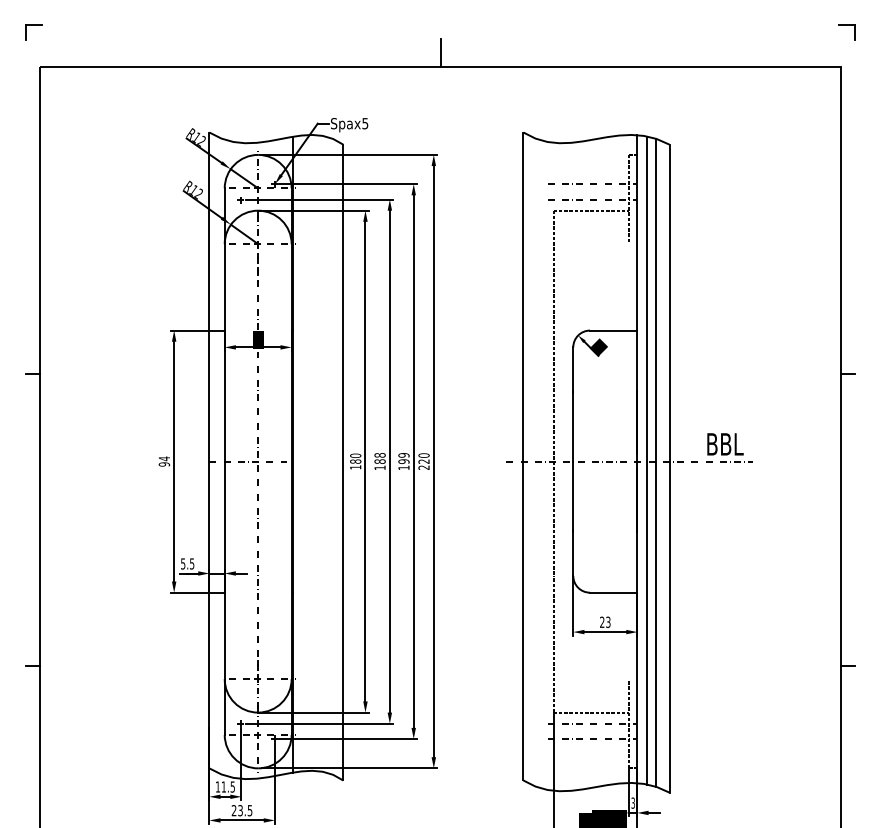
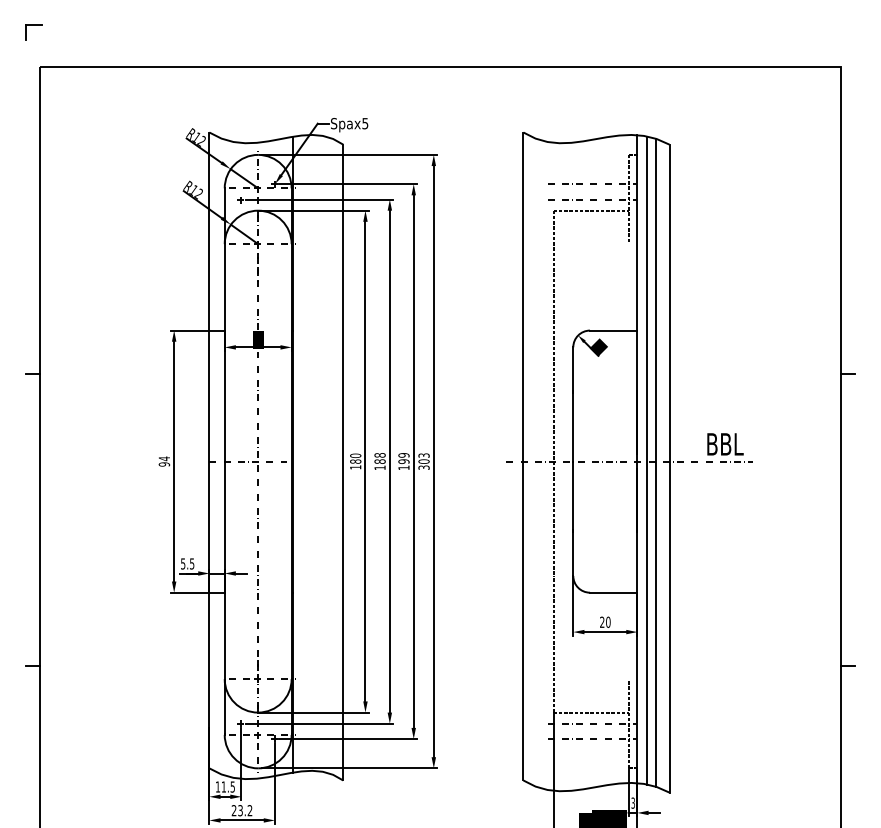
part at (846, 25): present -> none
line at (440, 52): present -> none
text at (423, 461): 220 -> 303
text at (608, 621): 23 -> 20
text at (249, 810): 23.5 -> 23.2
